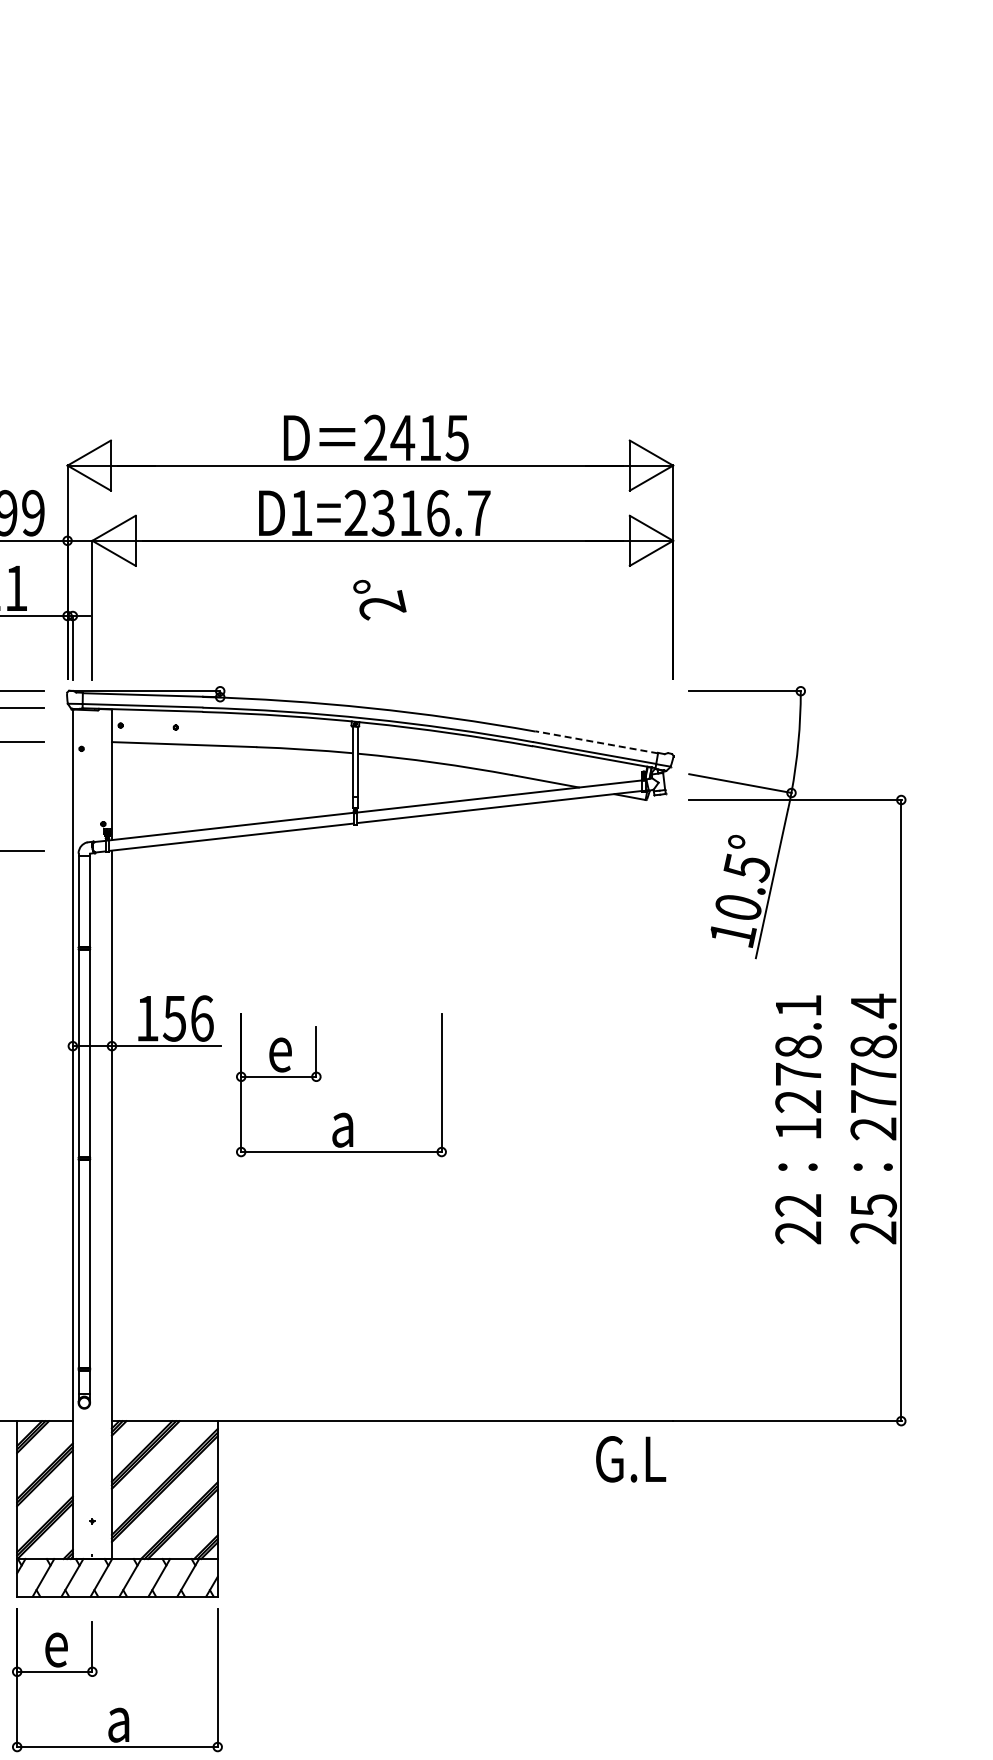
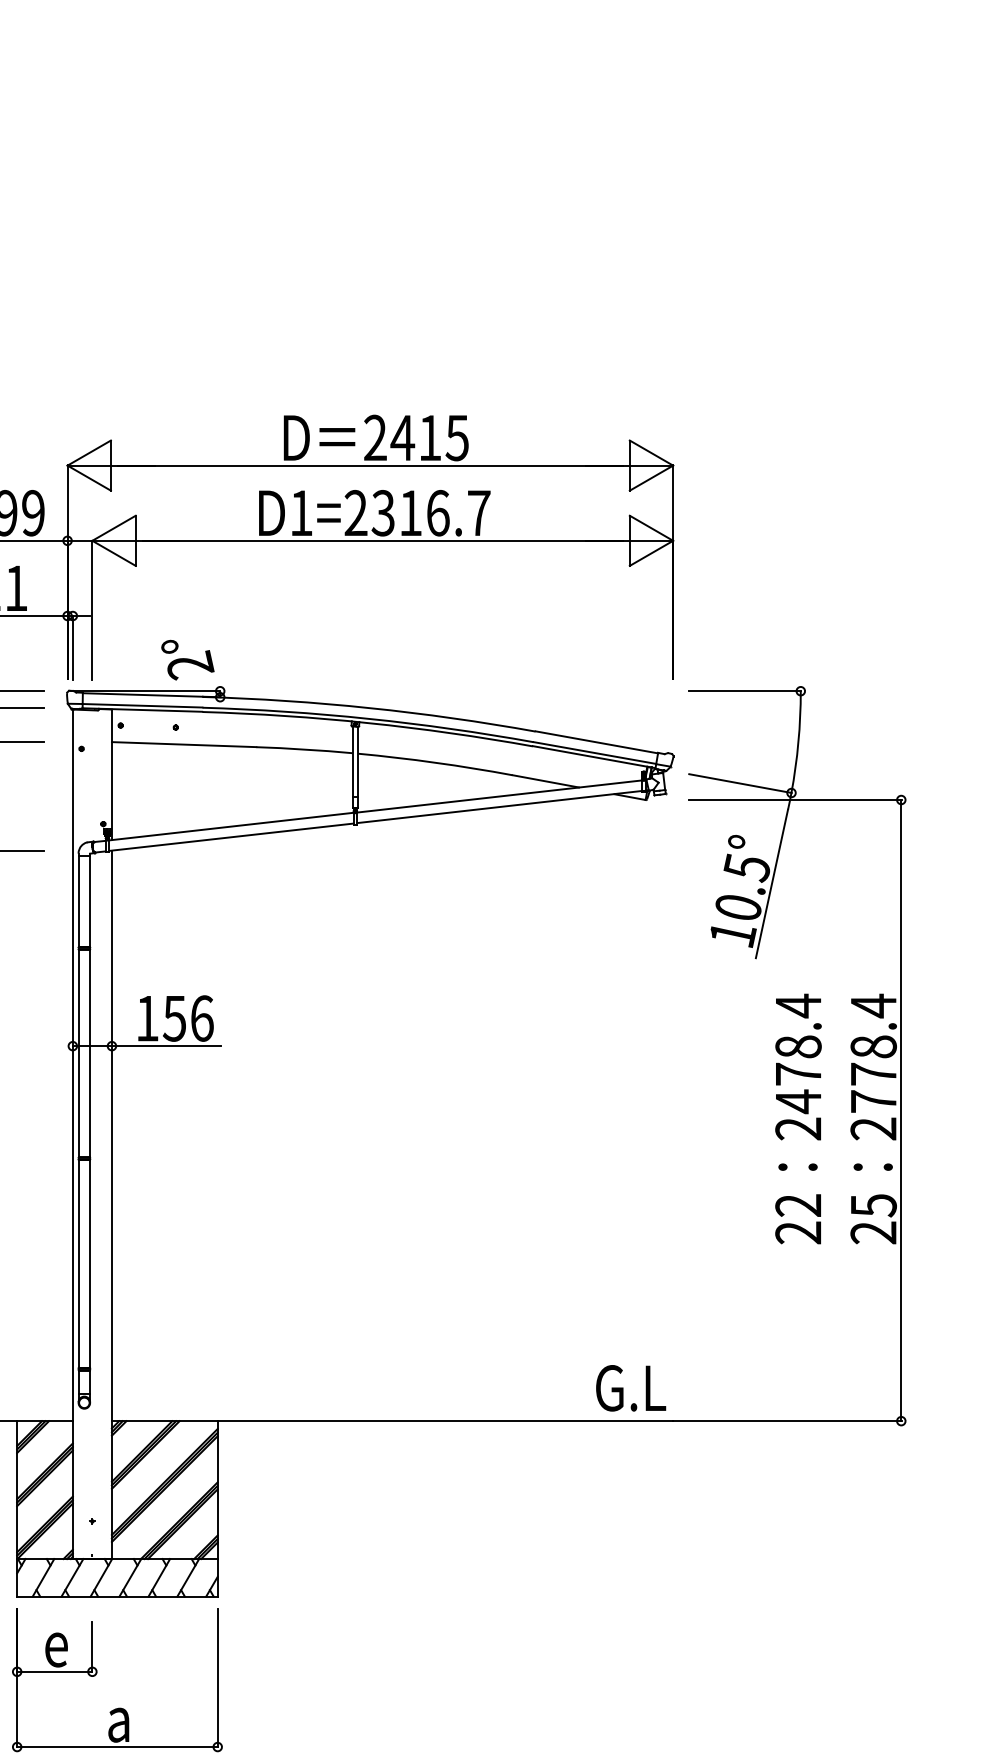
text at (379, 599) position: (379, 599) -> (187, 659)
line at (596, 742): dashed -> solid
text at (798, 1066): 1278.1 -> 2478.4
part at (321, 1078): present -> none
text at (631, 1459) position: (631, 1459) -> (631, 1388)
